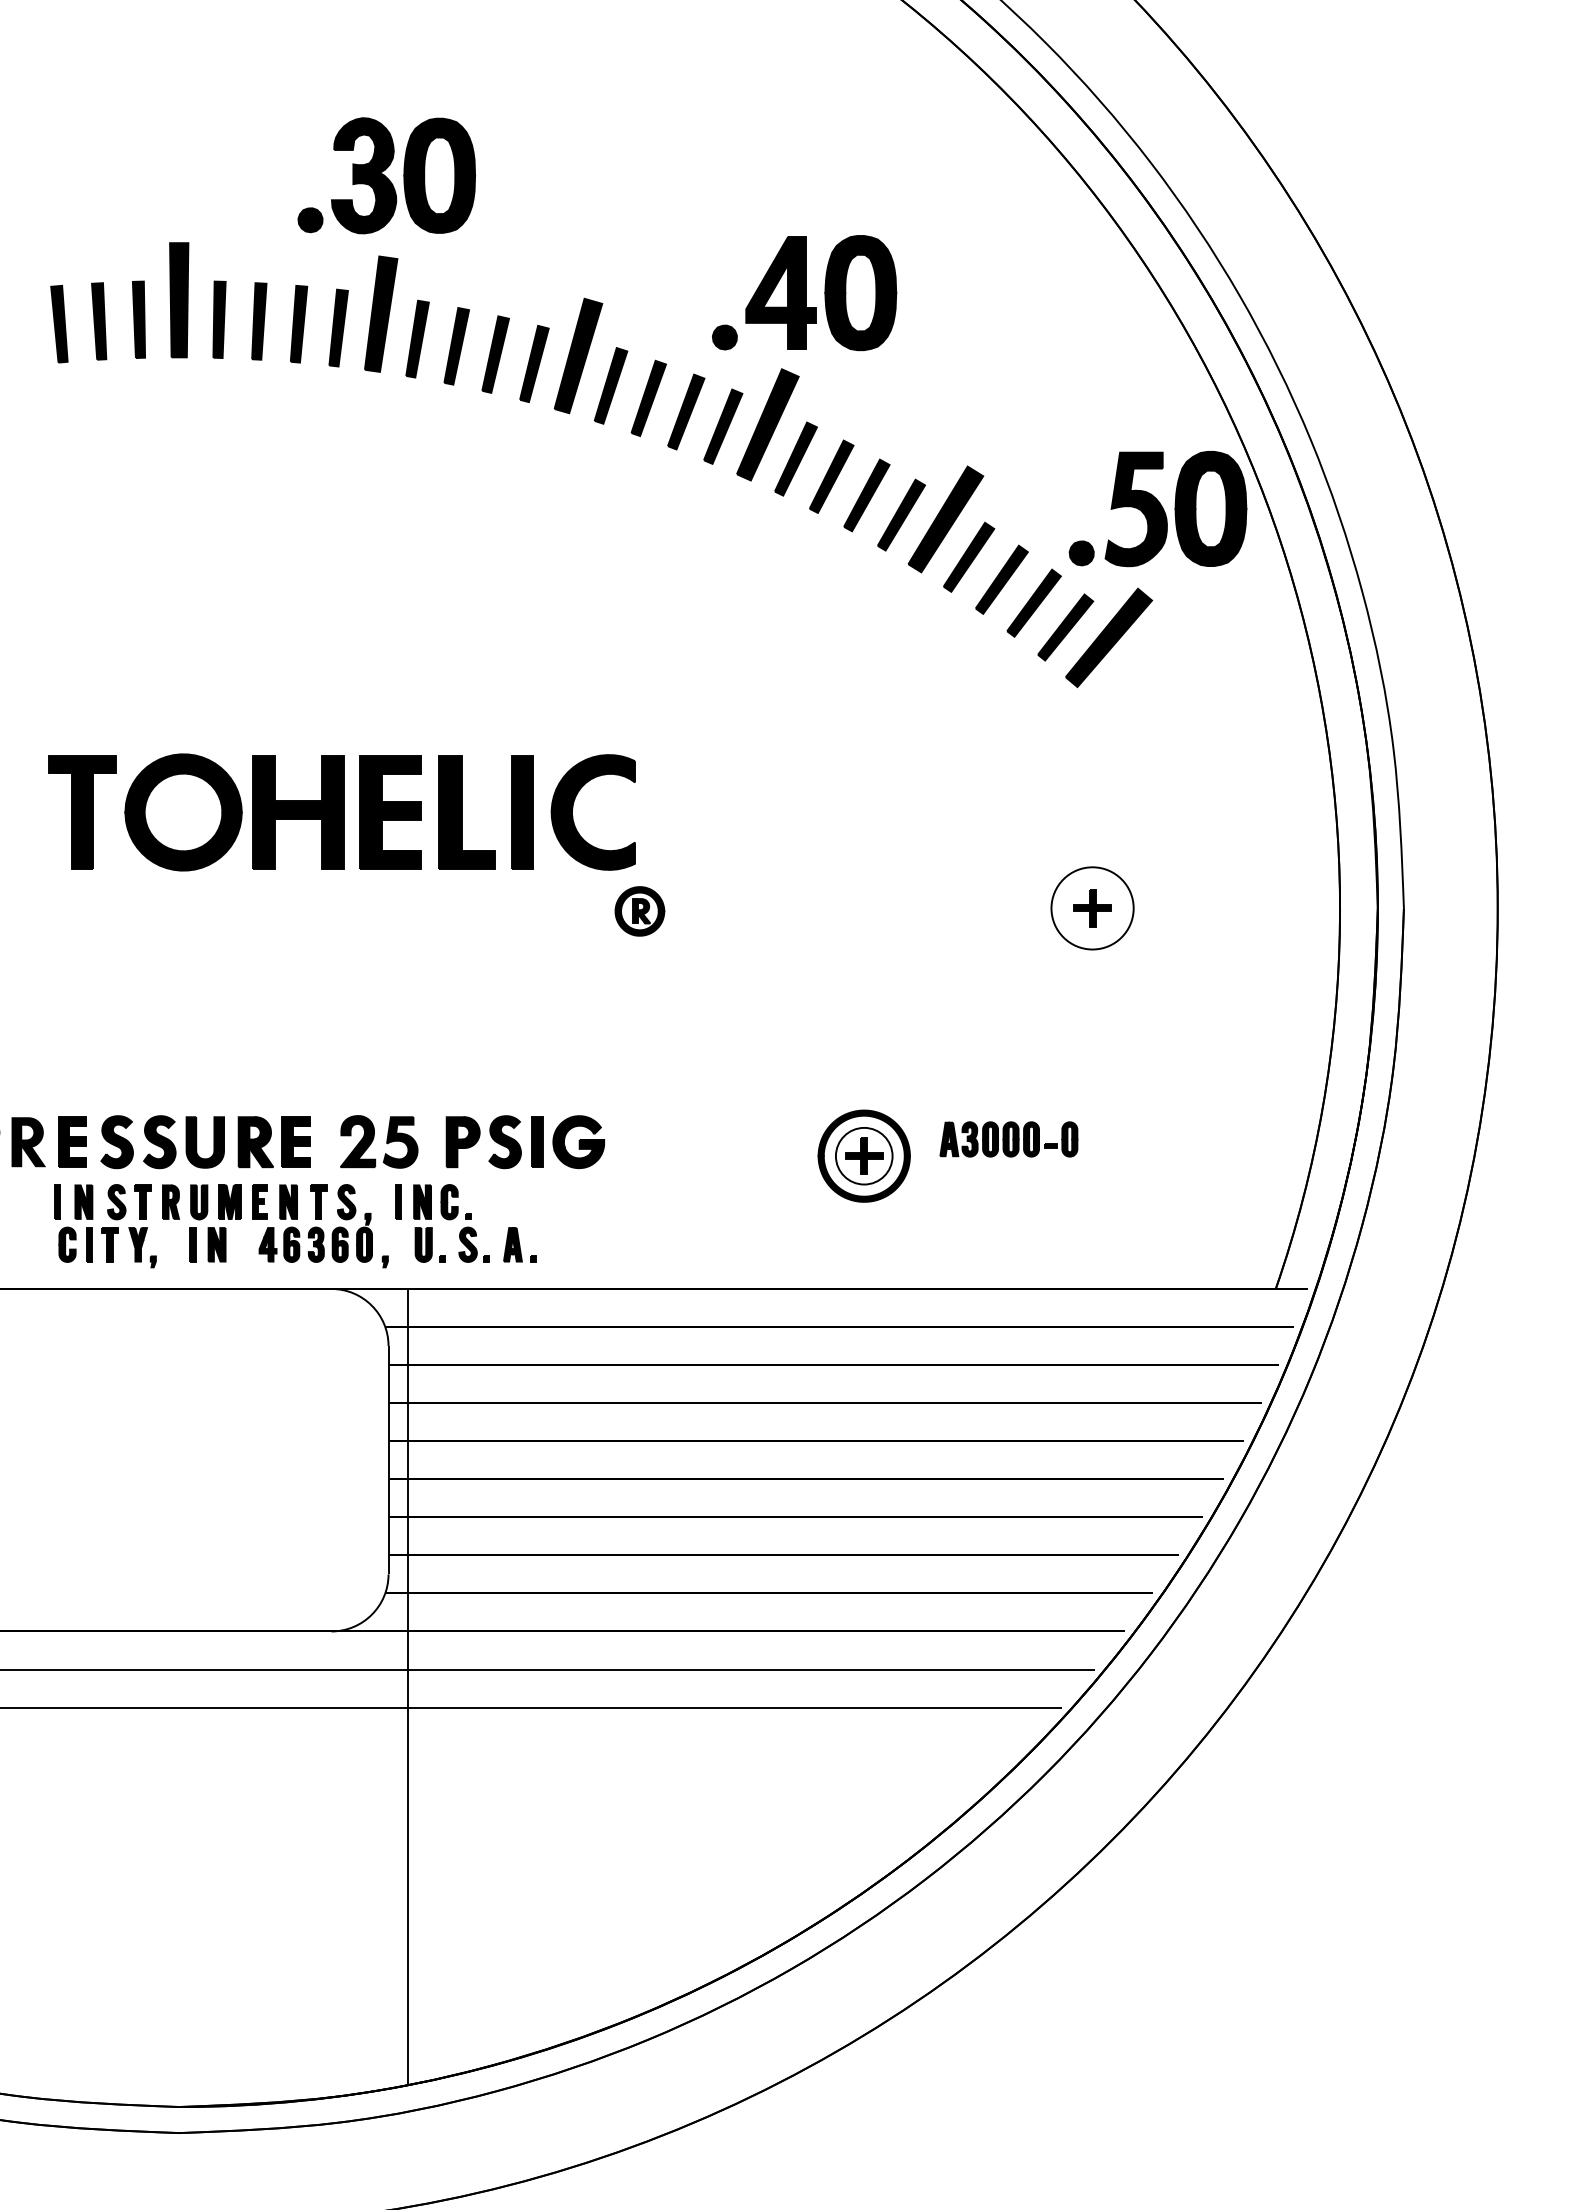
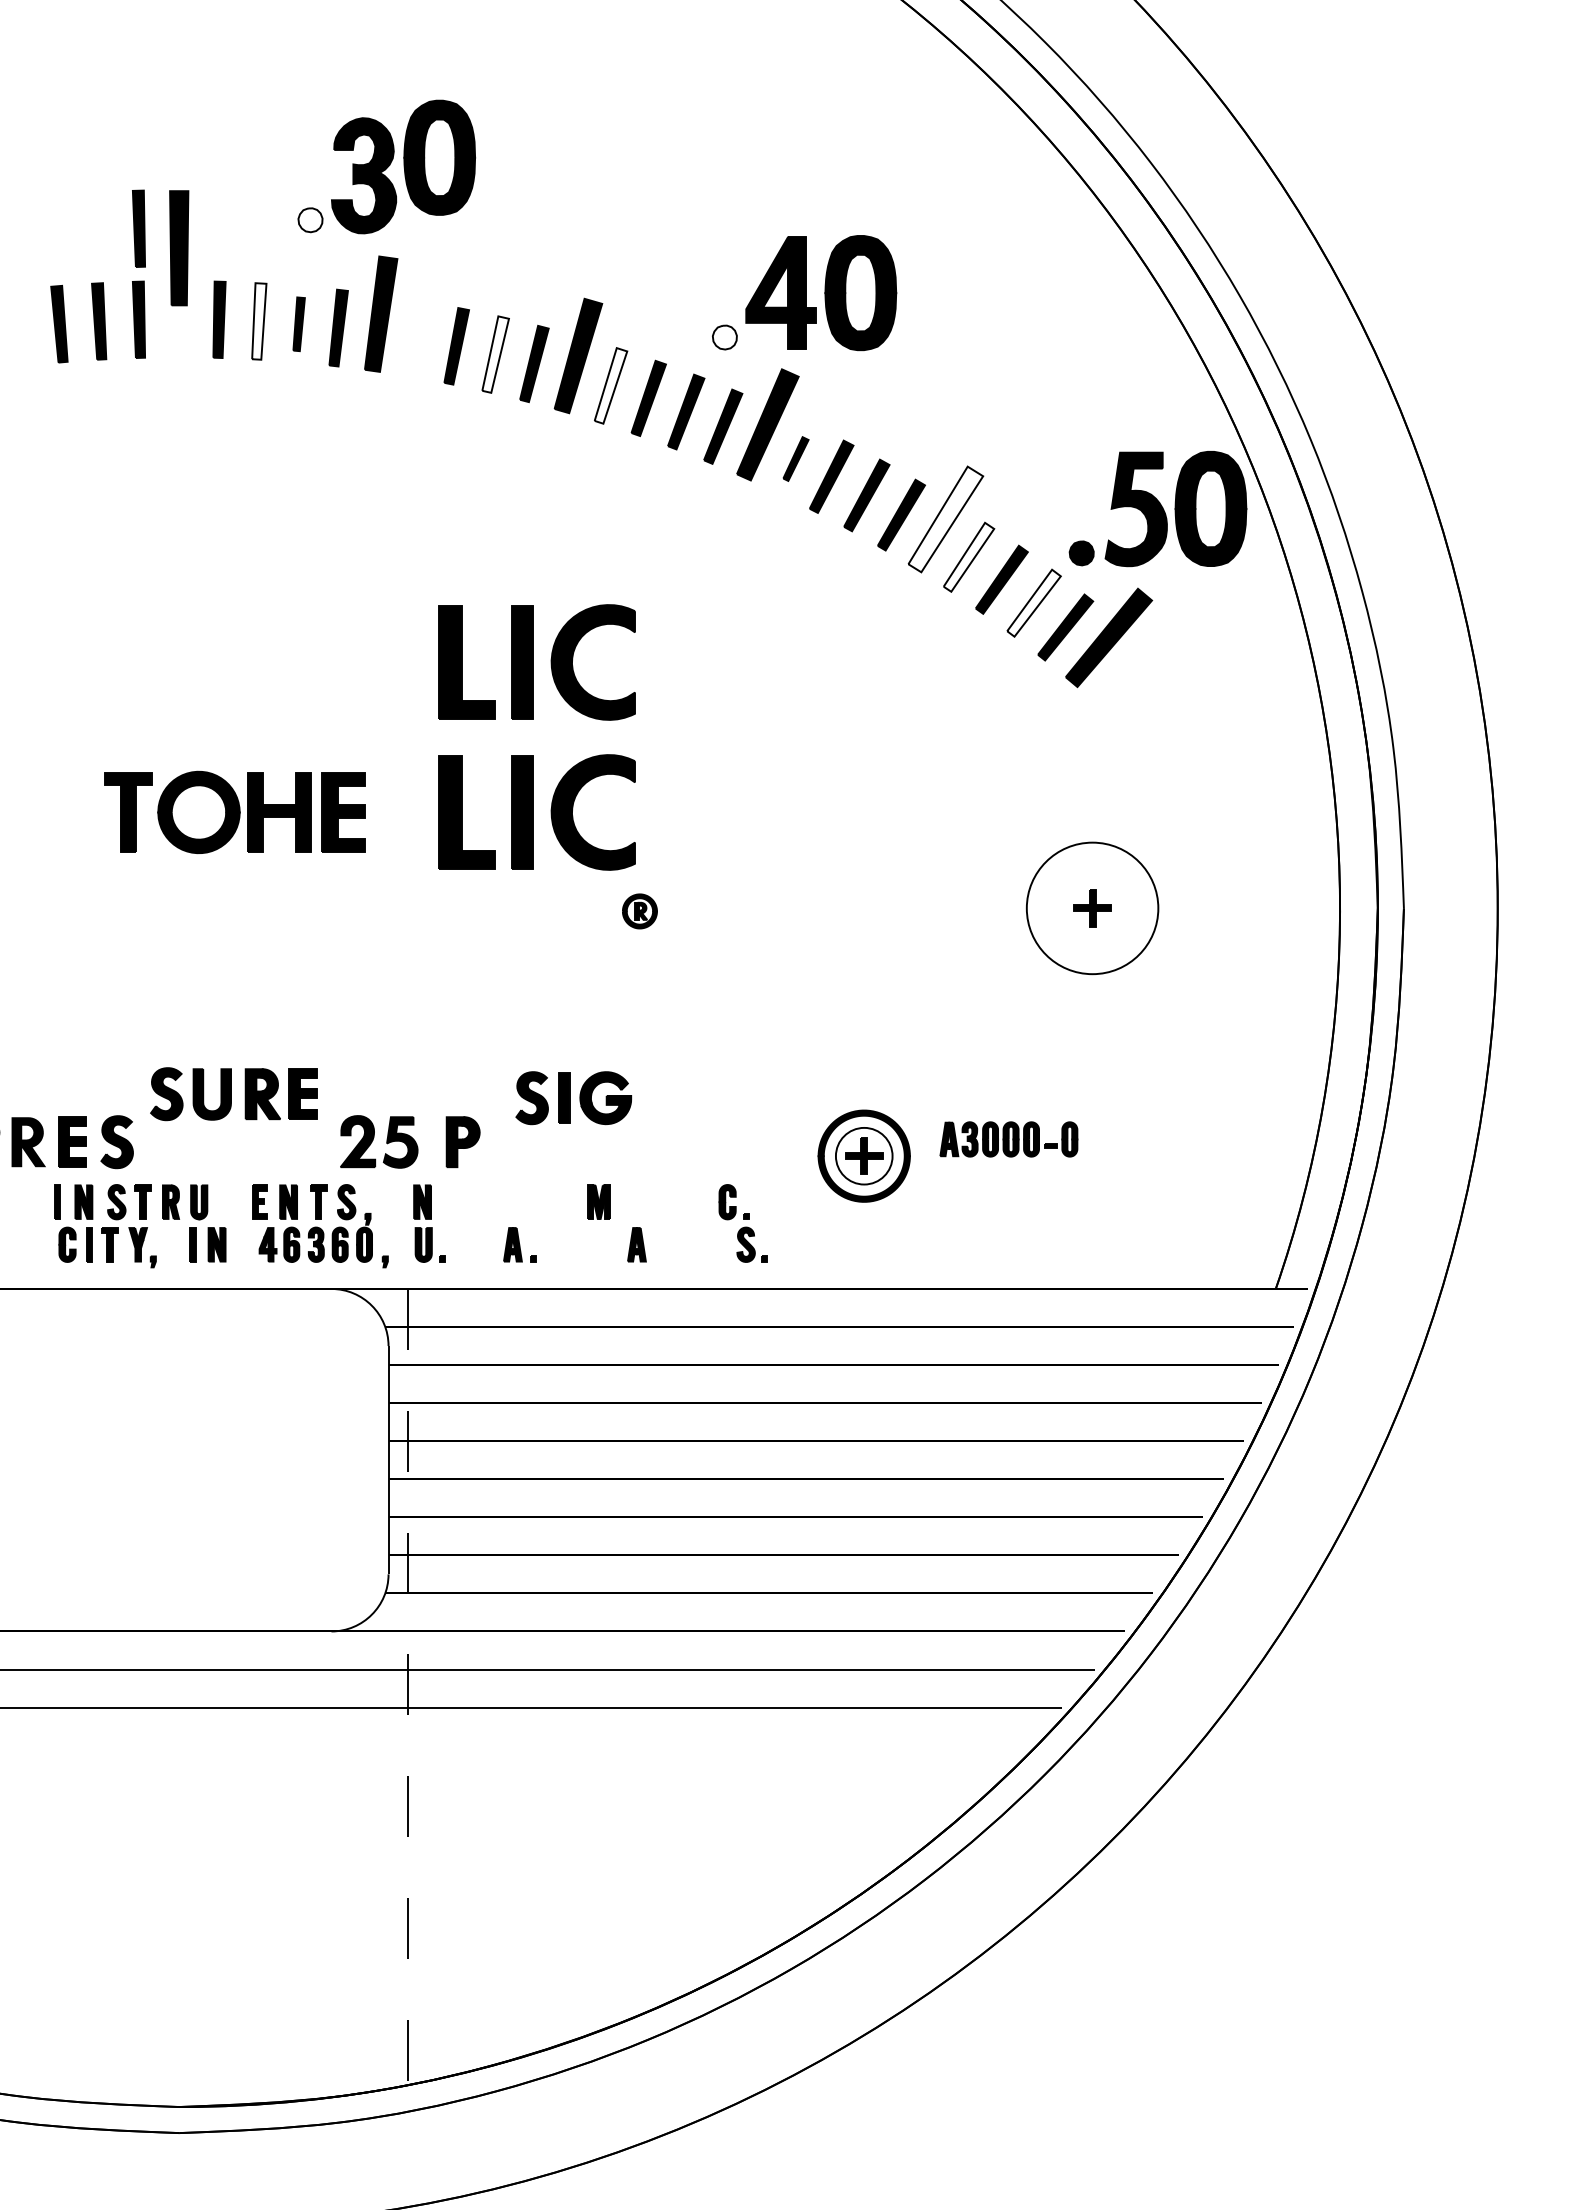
part at (439, 175) position: (439, 175) -> (439, 157)
fill at (310, 220): present -> none
part at (138, 228): none -> present
part at (179, 300) position: (179, 300) -> (179, 248)
fill at (259, 321): present -> none
part at (299, 324) size: 19x79 px -> 14x57 px
fill at (724, 337): present -> none
part at (417, 338): present -> none
fill at (495, 354): present -> none
fill at (610, 385): present -> none
part at (795, 458) size: 44x76 px -> 28x46 px
fill at (945, 519): present -> none
fill at (968, 556): present -> none
fill at (1033, 602): present -> none
part at (536, 662): none -> present
part at (234, 812) size: 374x119 px -> 262x85 px
circle at (1092, 908) diameter: 82 px -> 132 px
part at (639, 911) size: 52x51 px -> 36x37 px
part at (226, 1142) position: (226, 1142) -> (233, 1094)
part at (546, 1142) position: (546, 1142) -> (573, 1098)
part at (229, 1201) position: (229, 1201) -> (598, 1201)
part at (398, 1201): present -> none
part at (464, 1223) position: (464, 1223) -> (742, 1223)
part at (636, 1244): none -> present
line at (407, 1687): solid -> dashed
